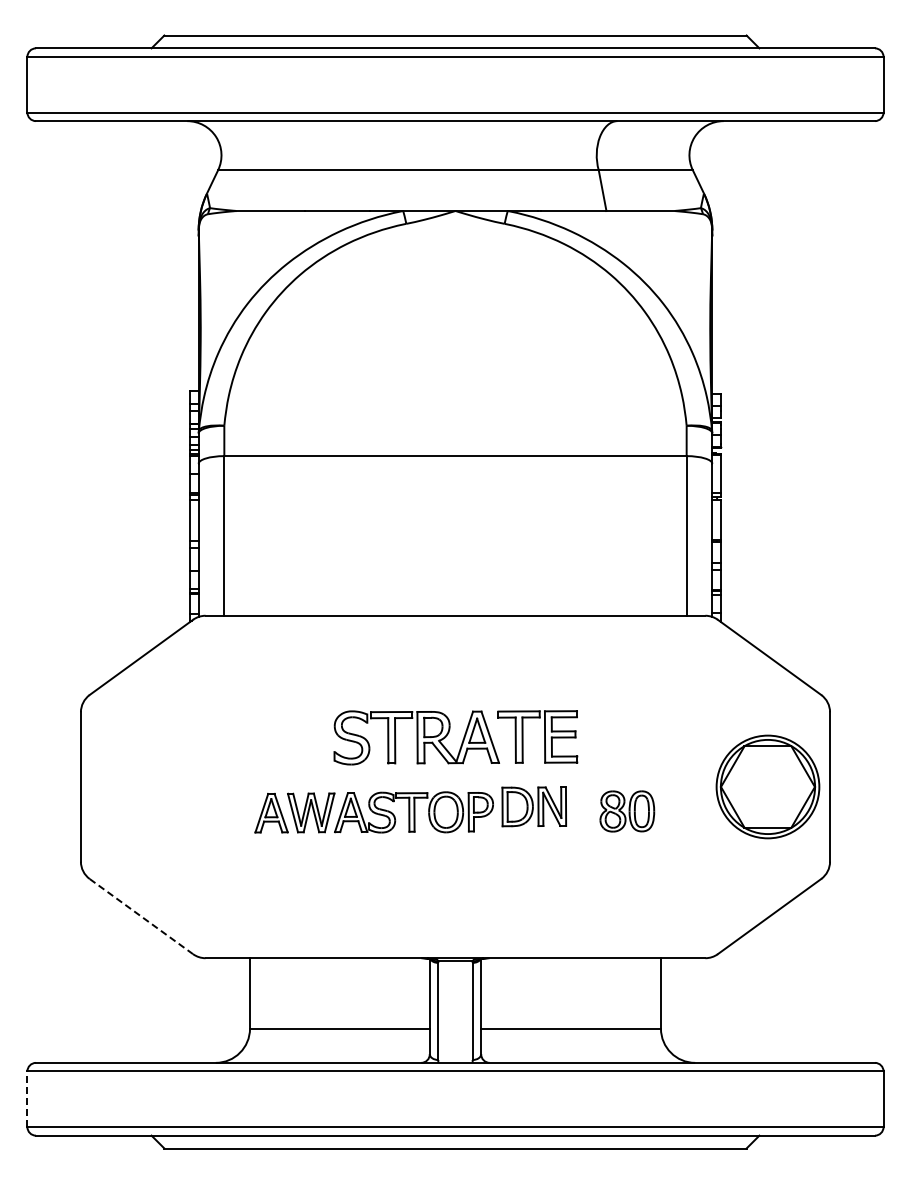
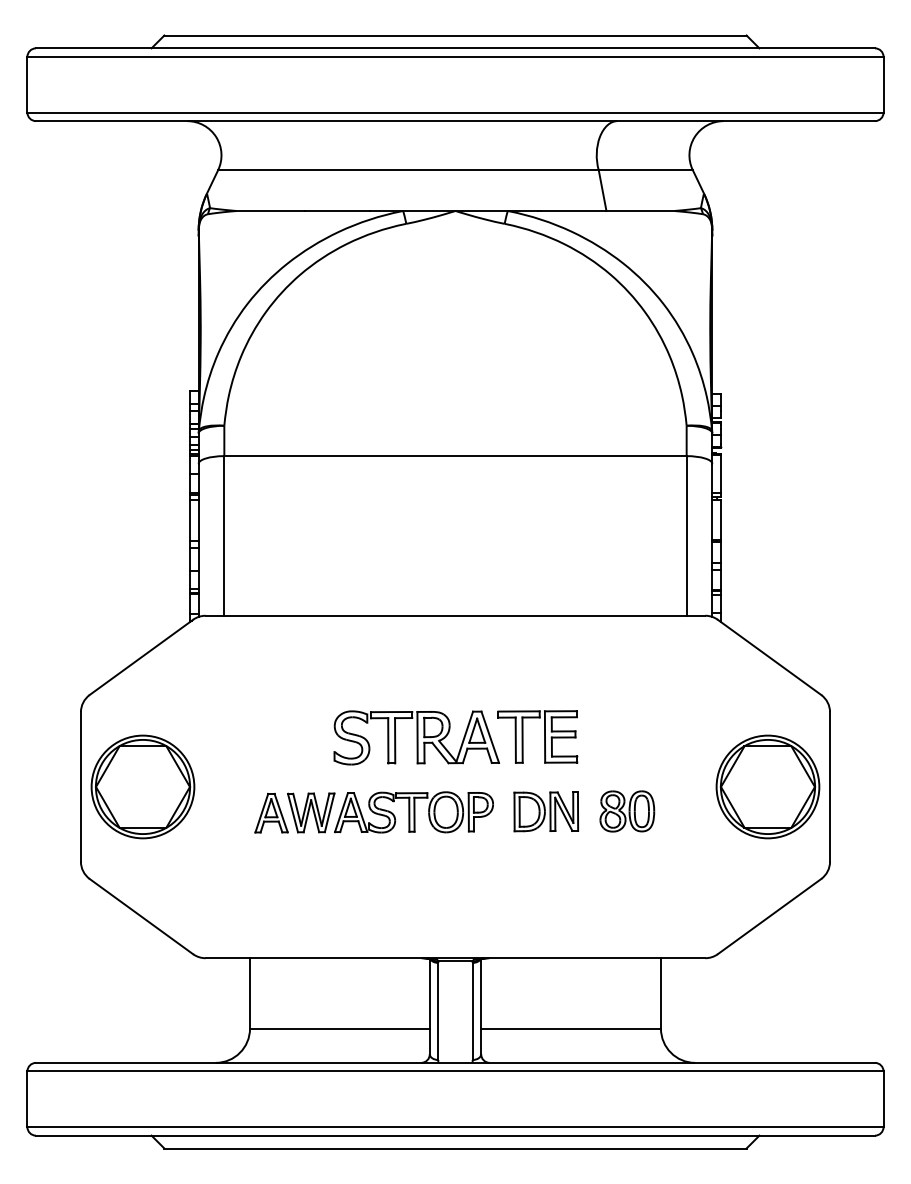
part at (142, 786): none -> present
part at (533, 806) position: (533, 806) -> (545, 811)
line at (141, 916): dashed -> solid
line at (27, 1099): dashed -> solid
